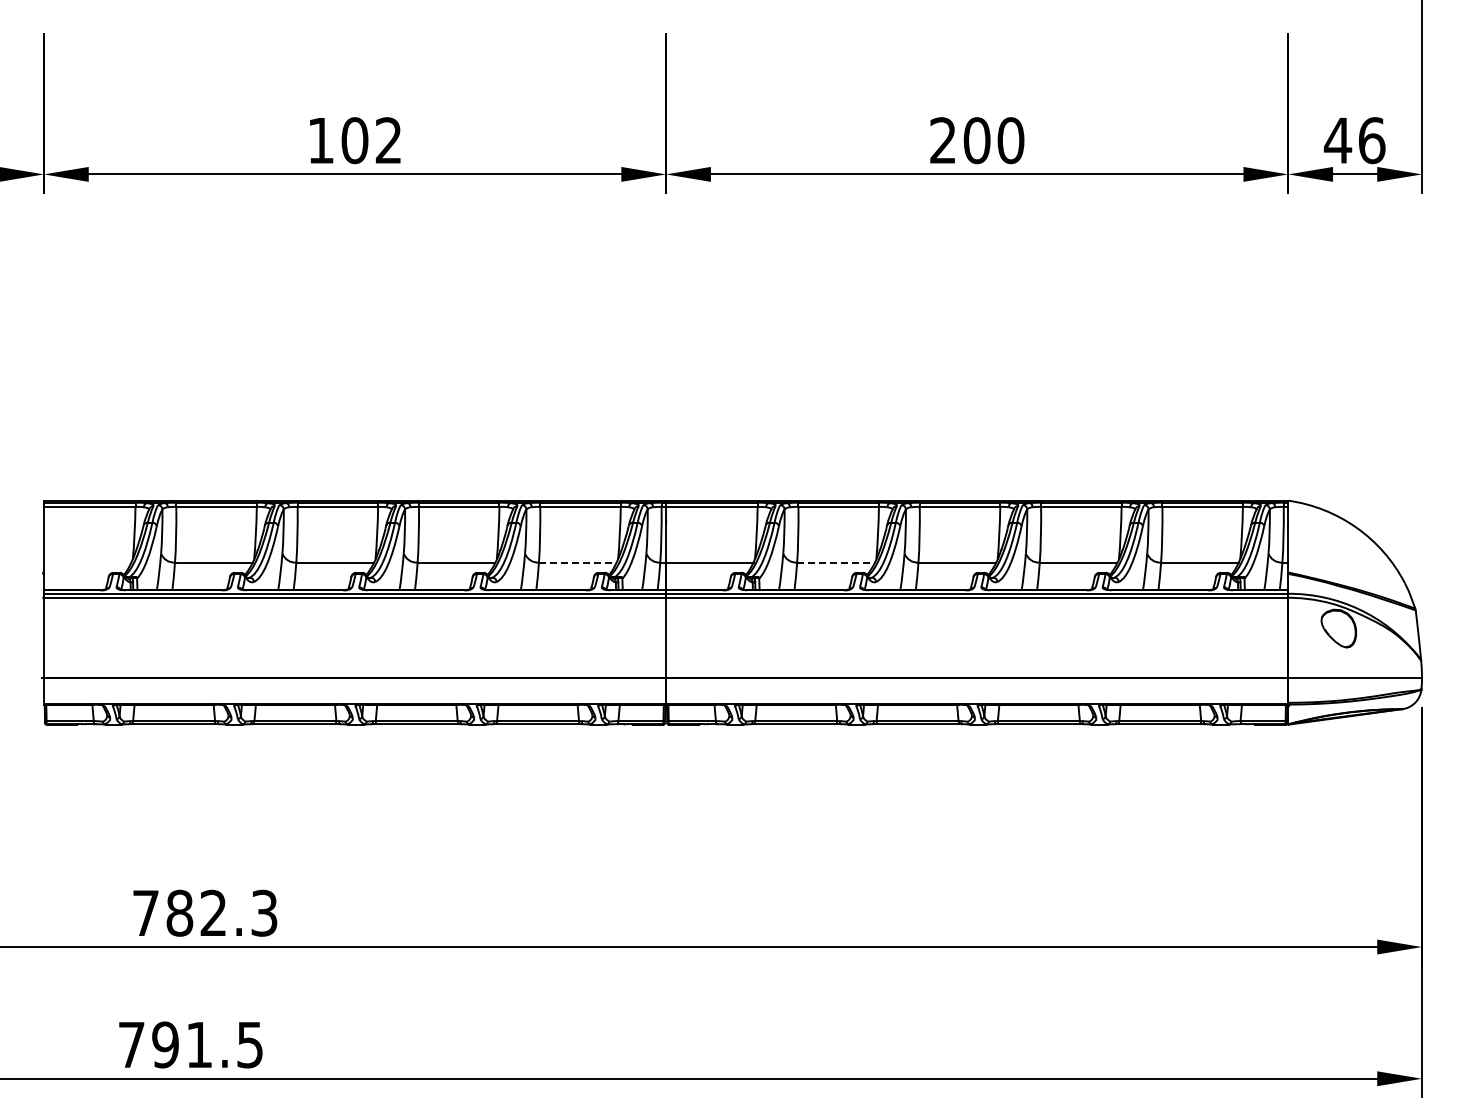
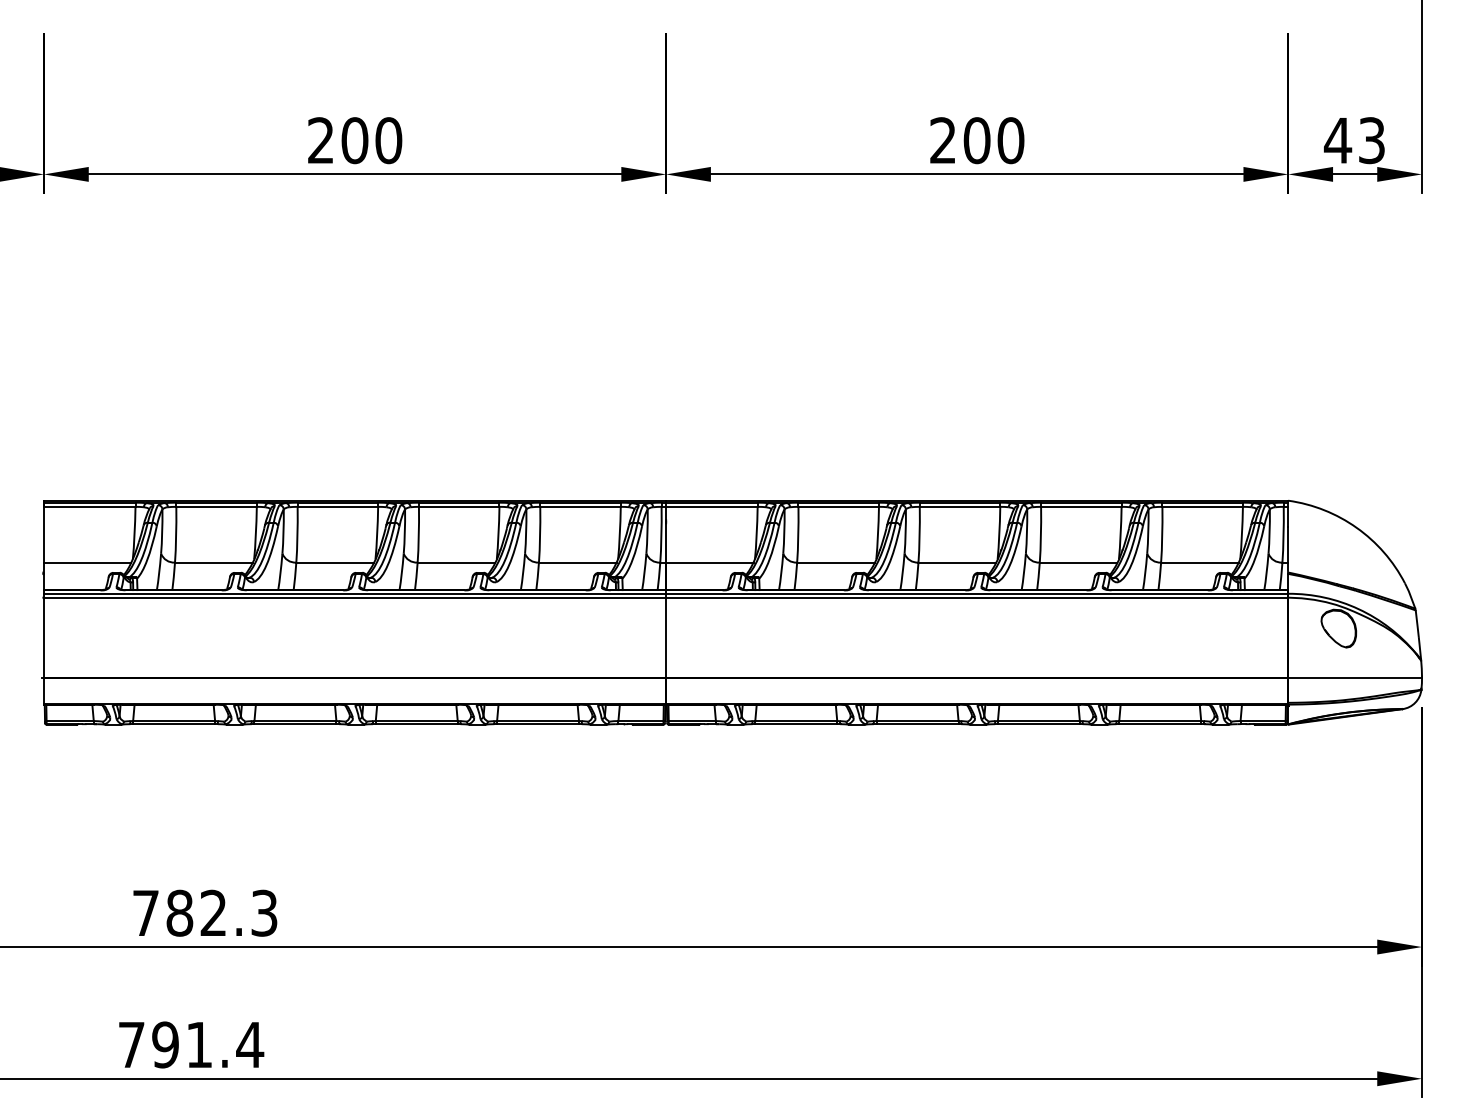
text at (355, 140): 102 -> 200
text at (1371, 140): 46 -> 43
line at (87, 562): none -> present
line at (577, 562): dashed -> solid
line at (835, 562): dashed -> solid
text at (250, 1045): 791.5 -> 791.4
